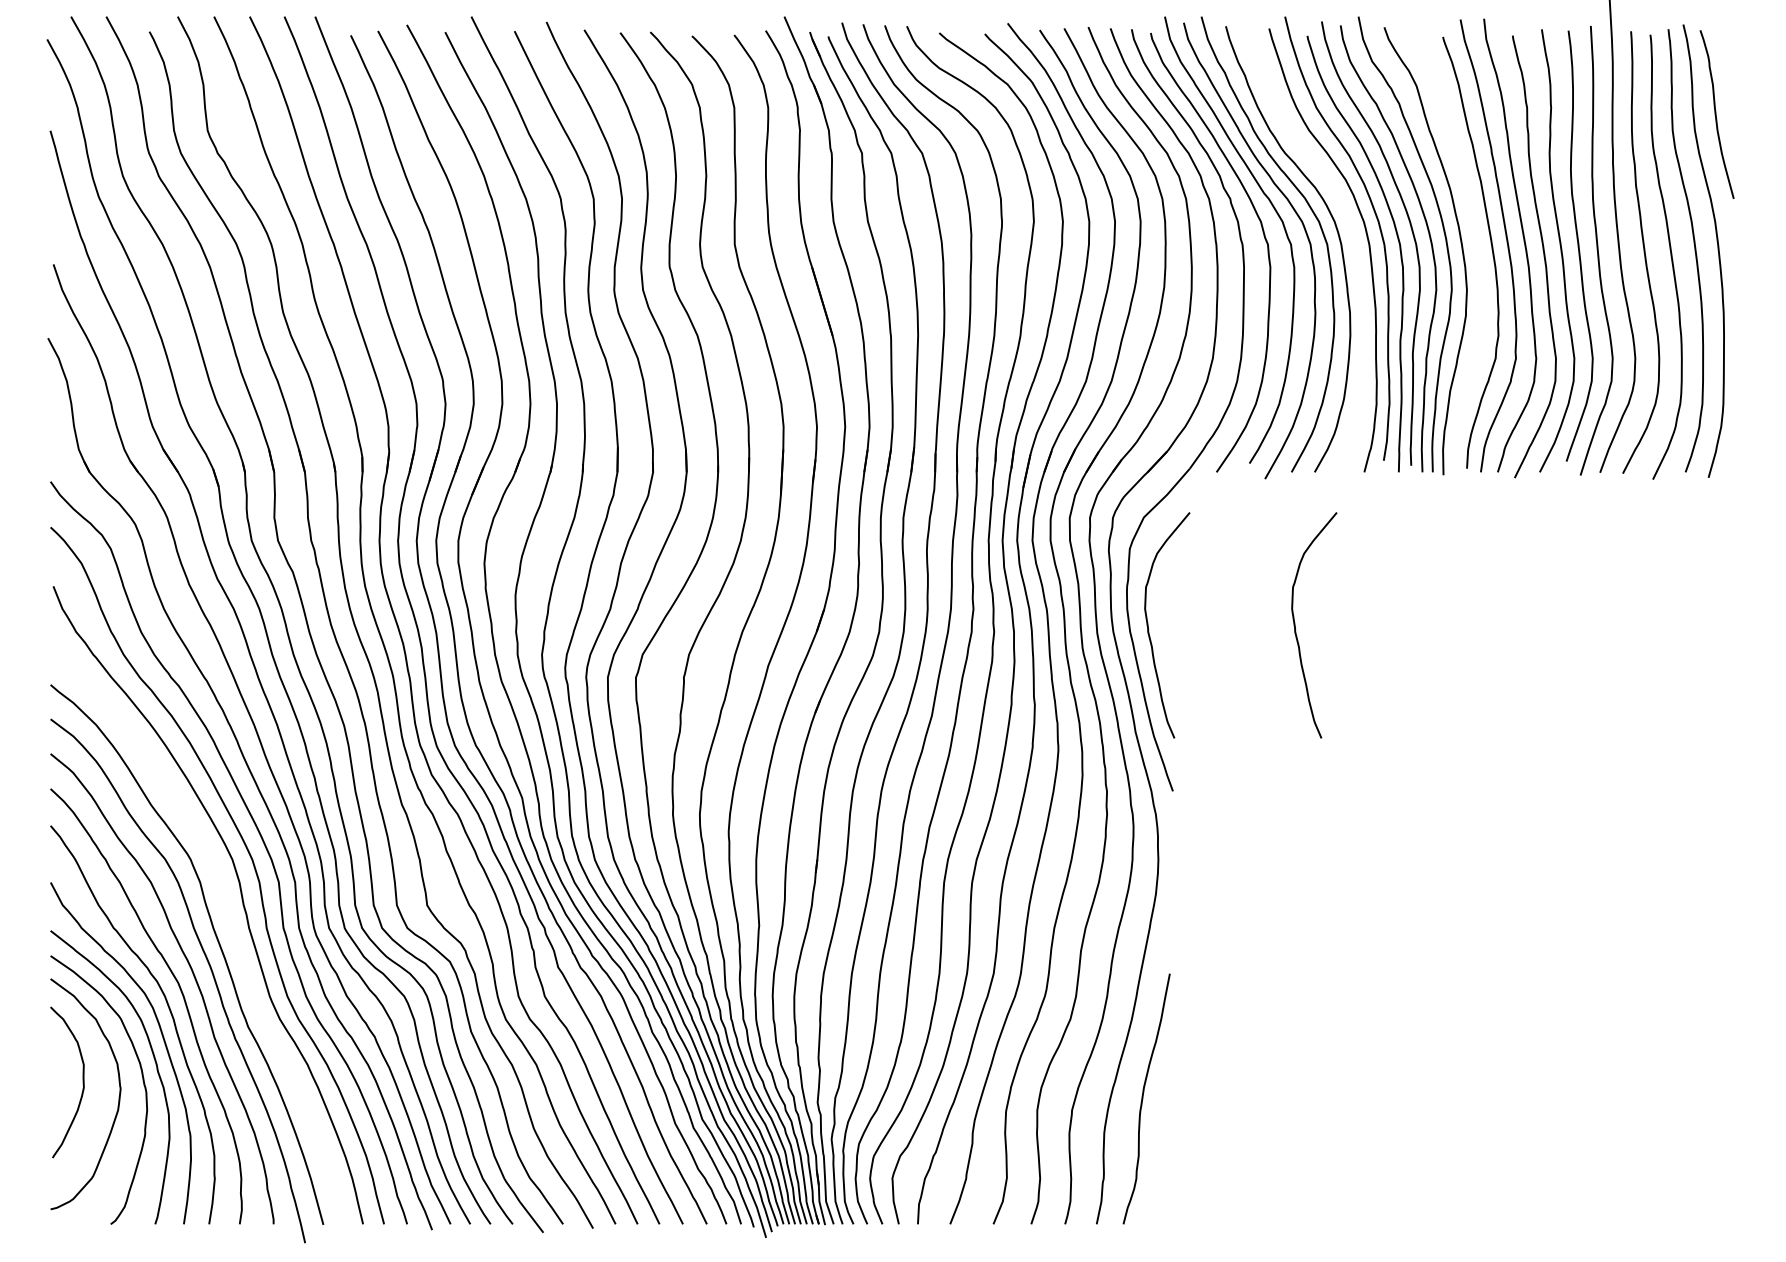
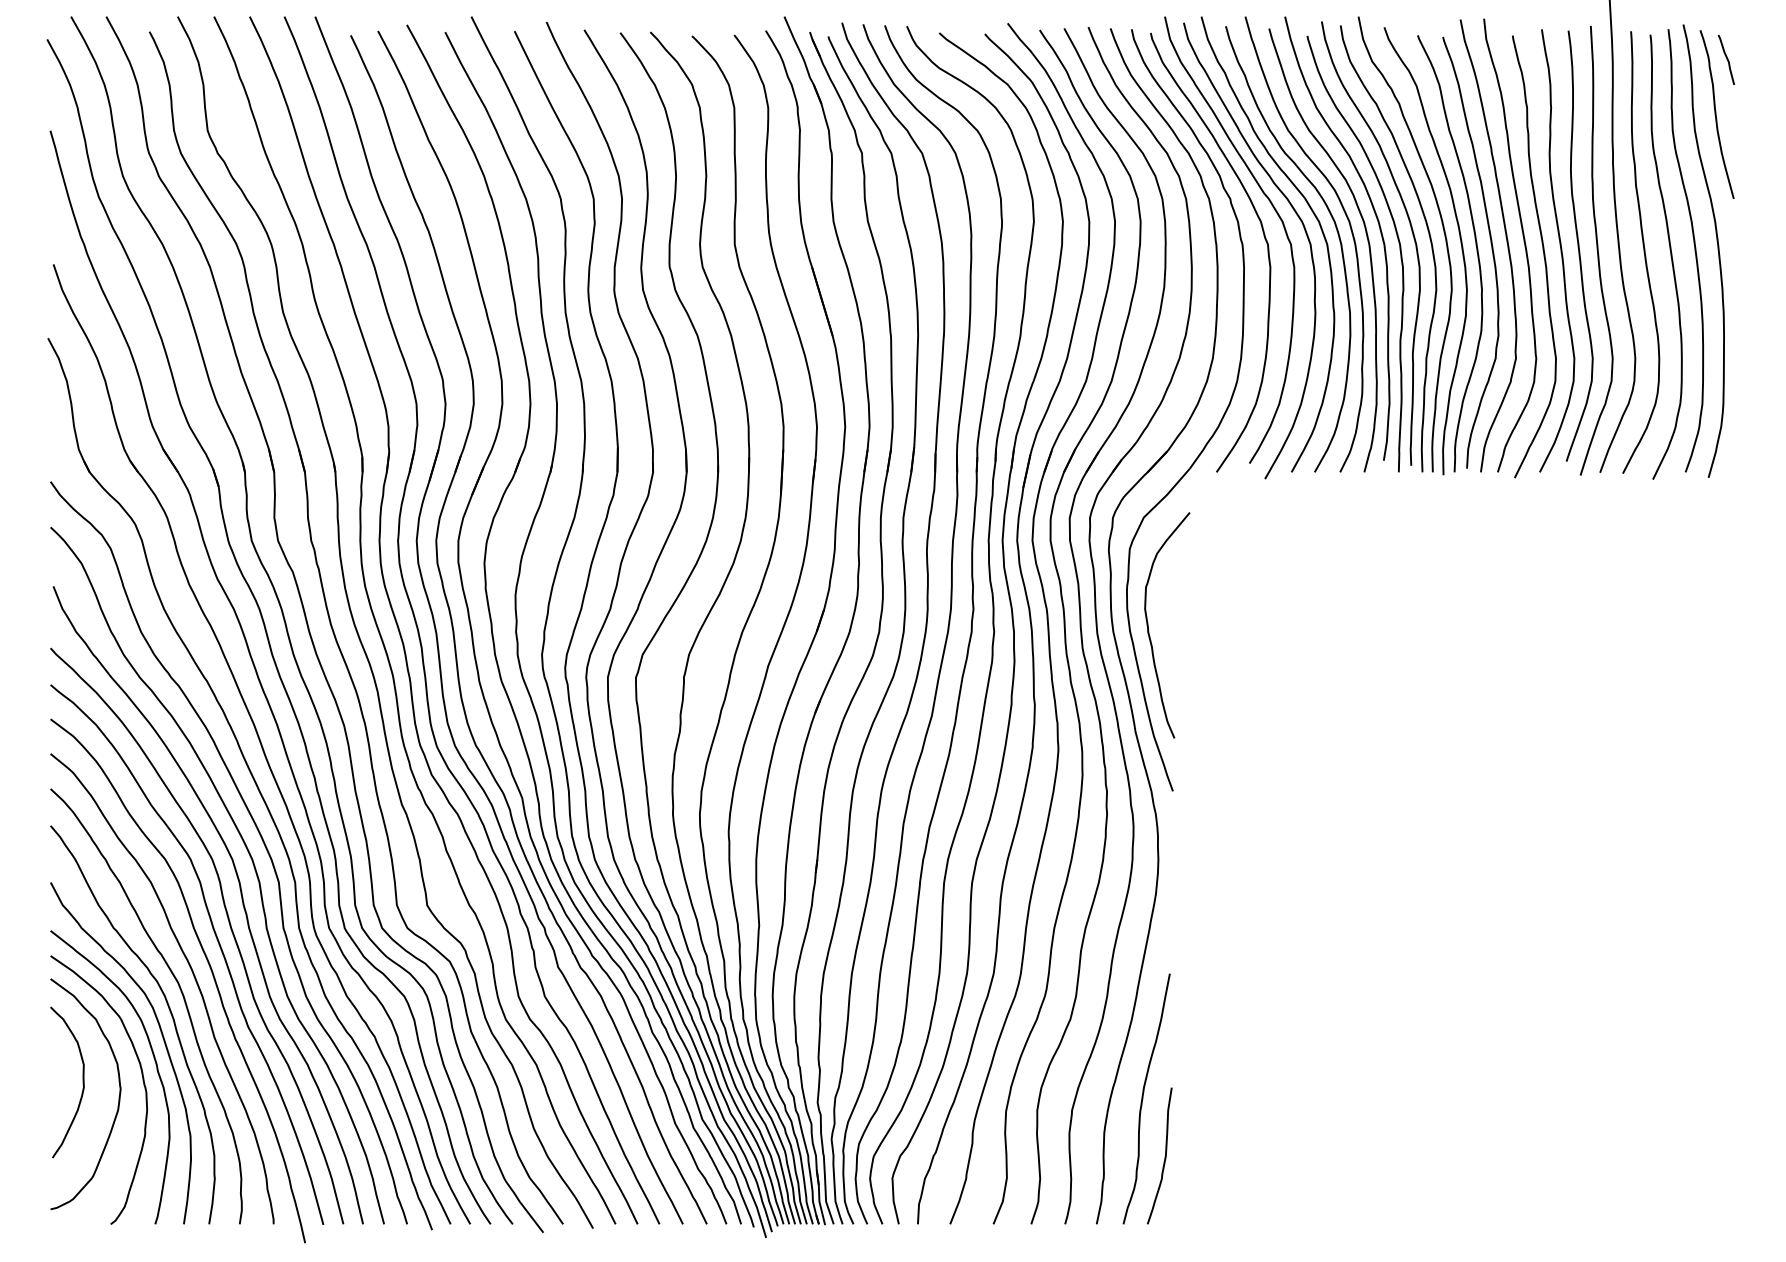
curve at (1726, 59): none -> present
curve at (1351, 234): none -> present
curve at (1476, 252): none -> present
curve at (1296, 631): present -> none
curve at (229, 926): none -> present
curve at (1164, 1156): none -> present
